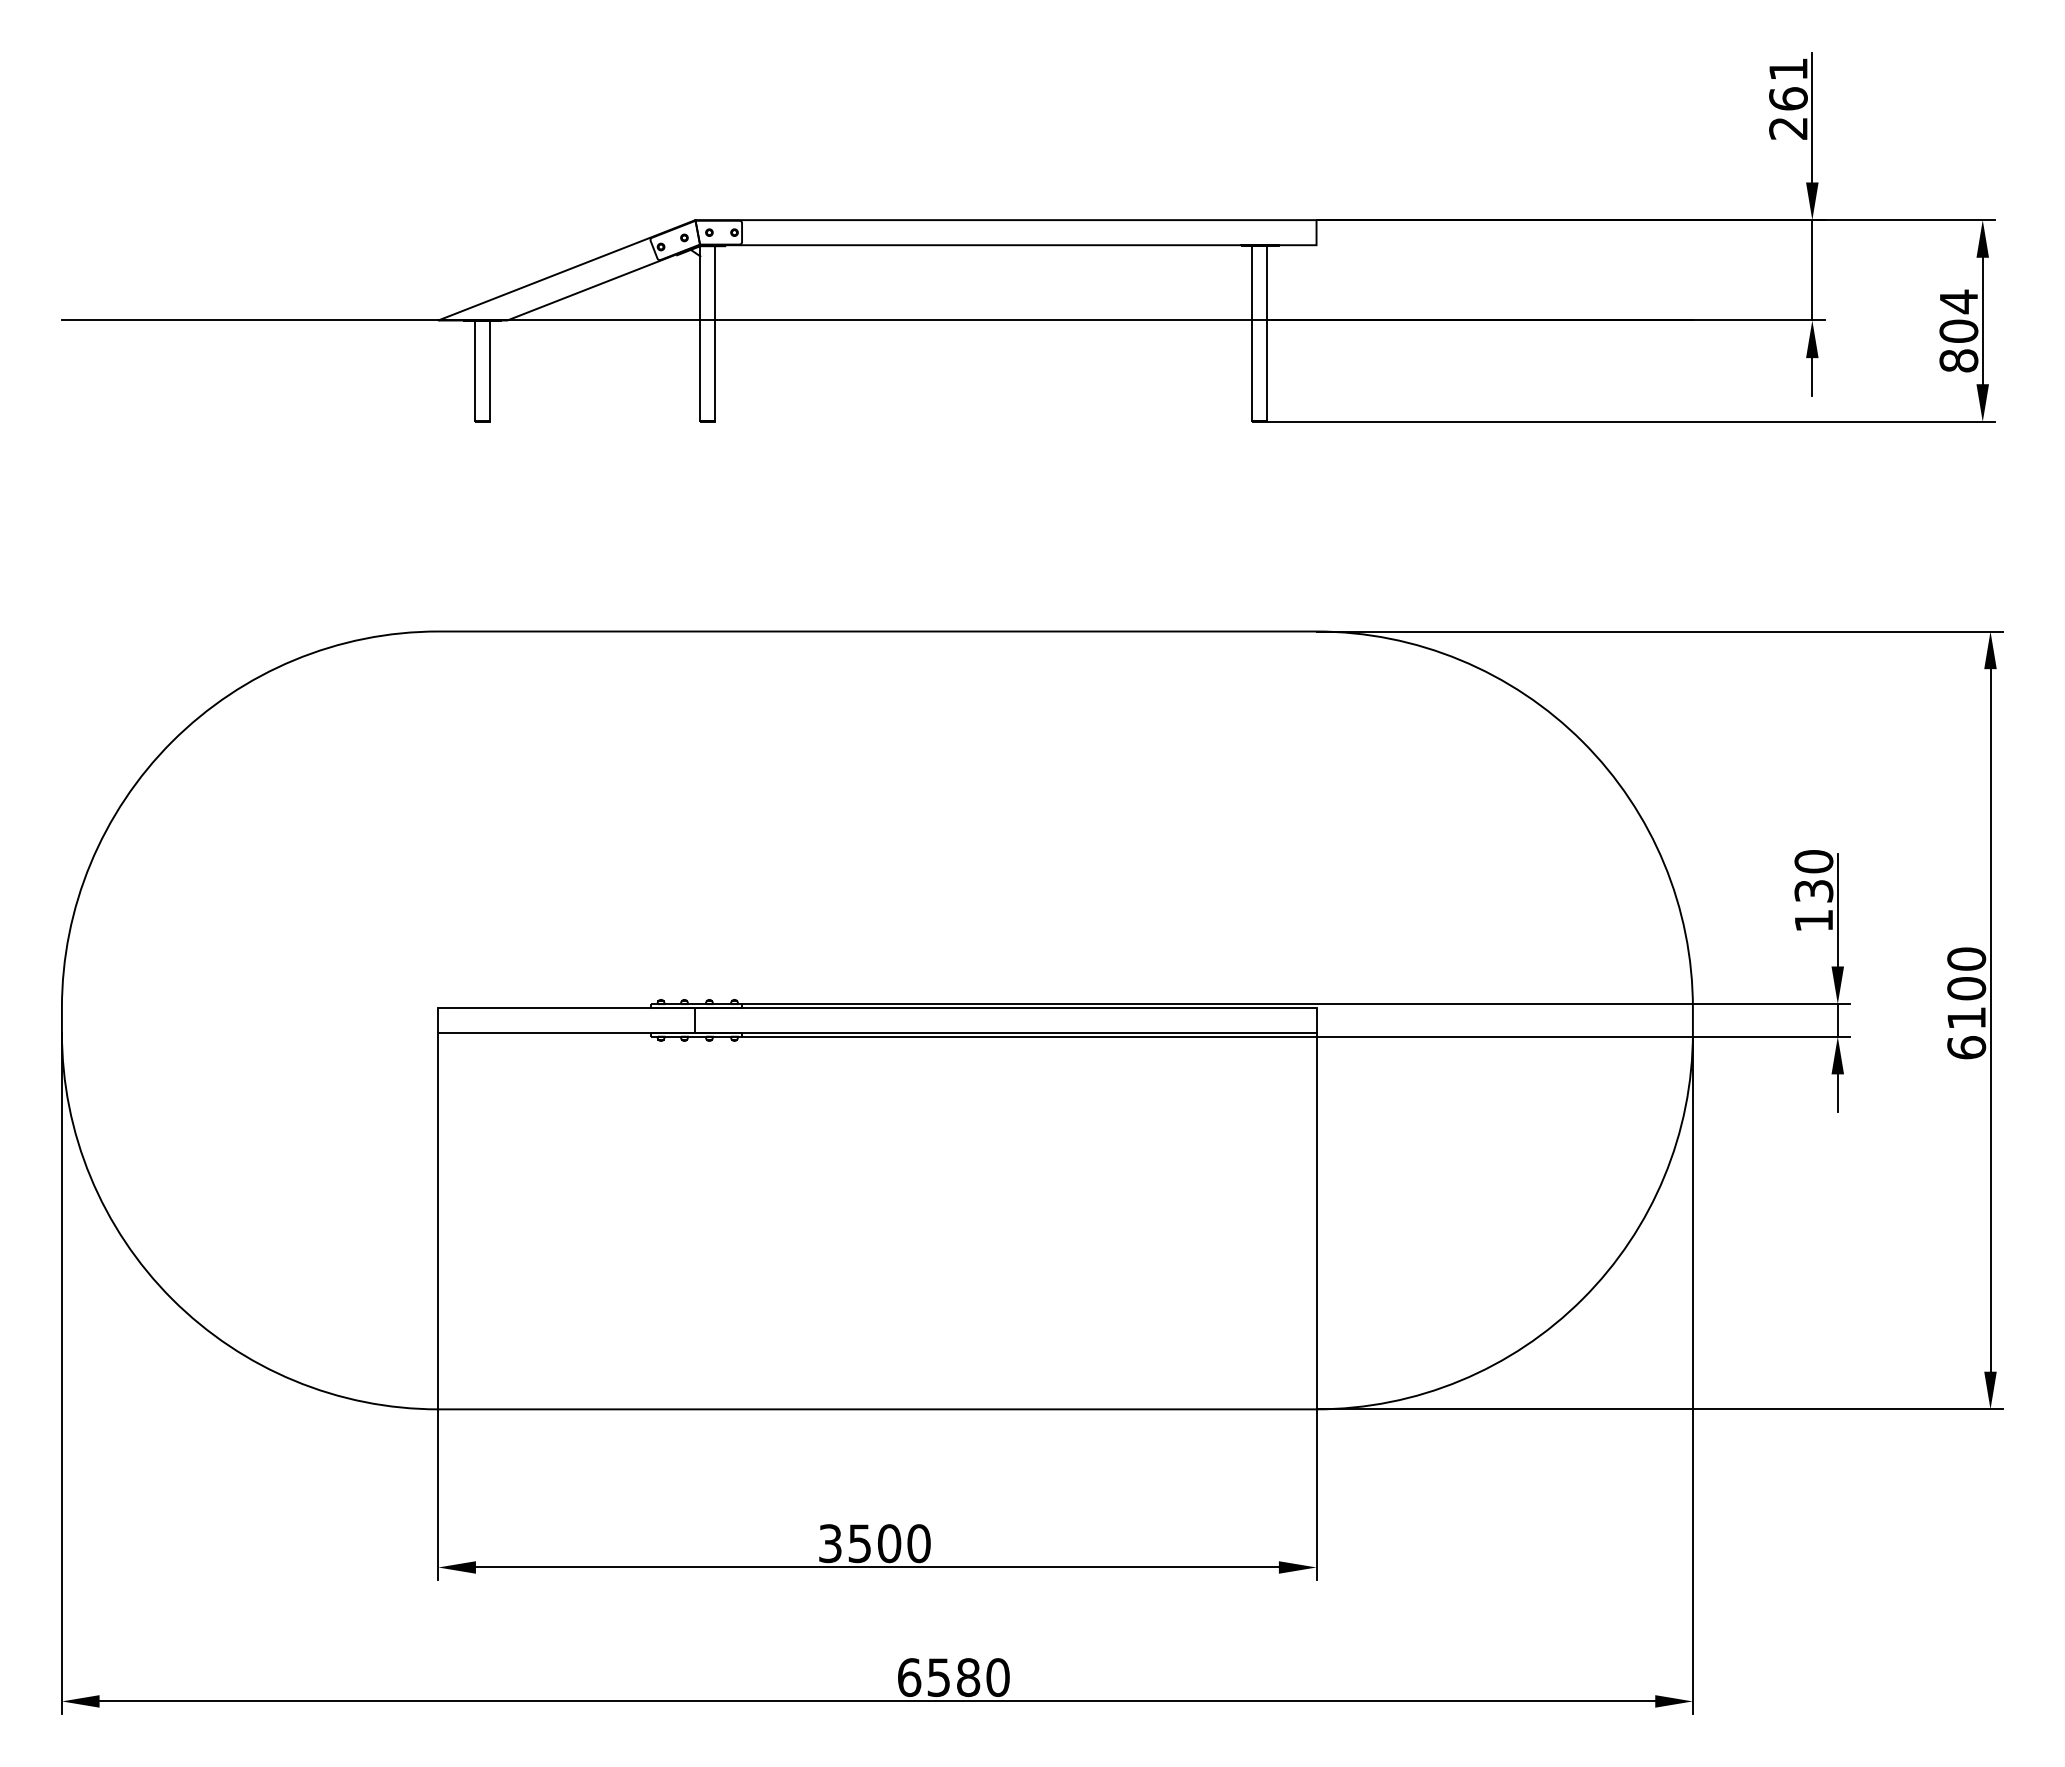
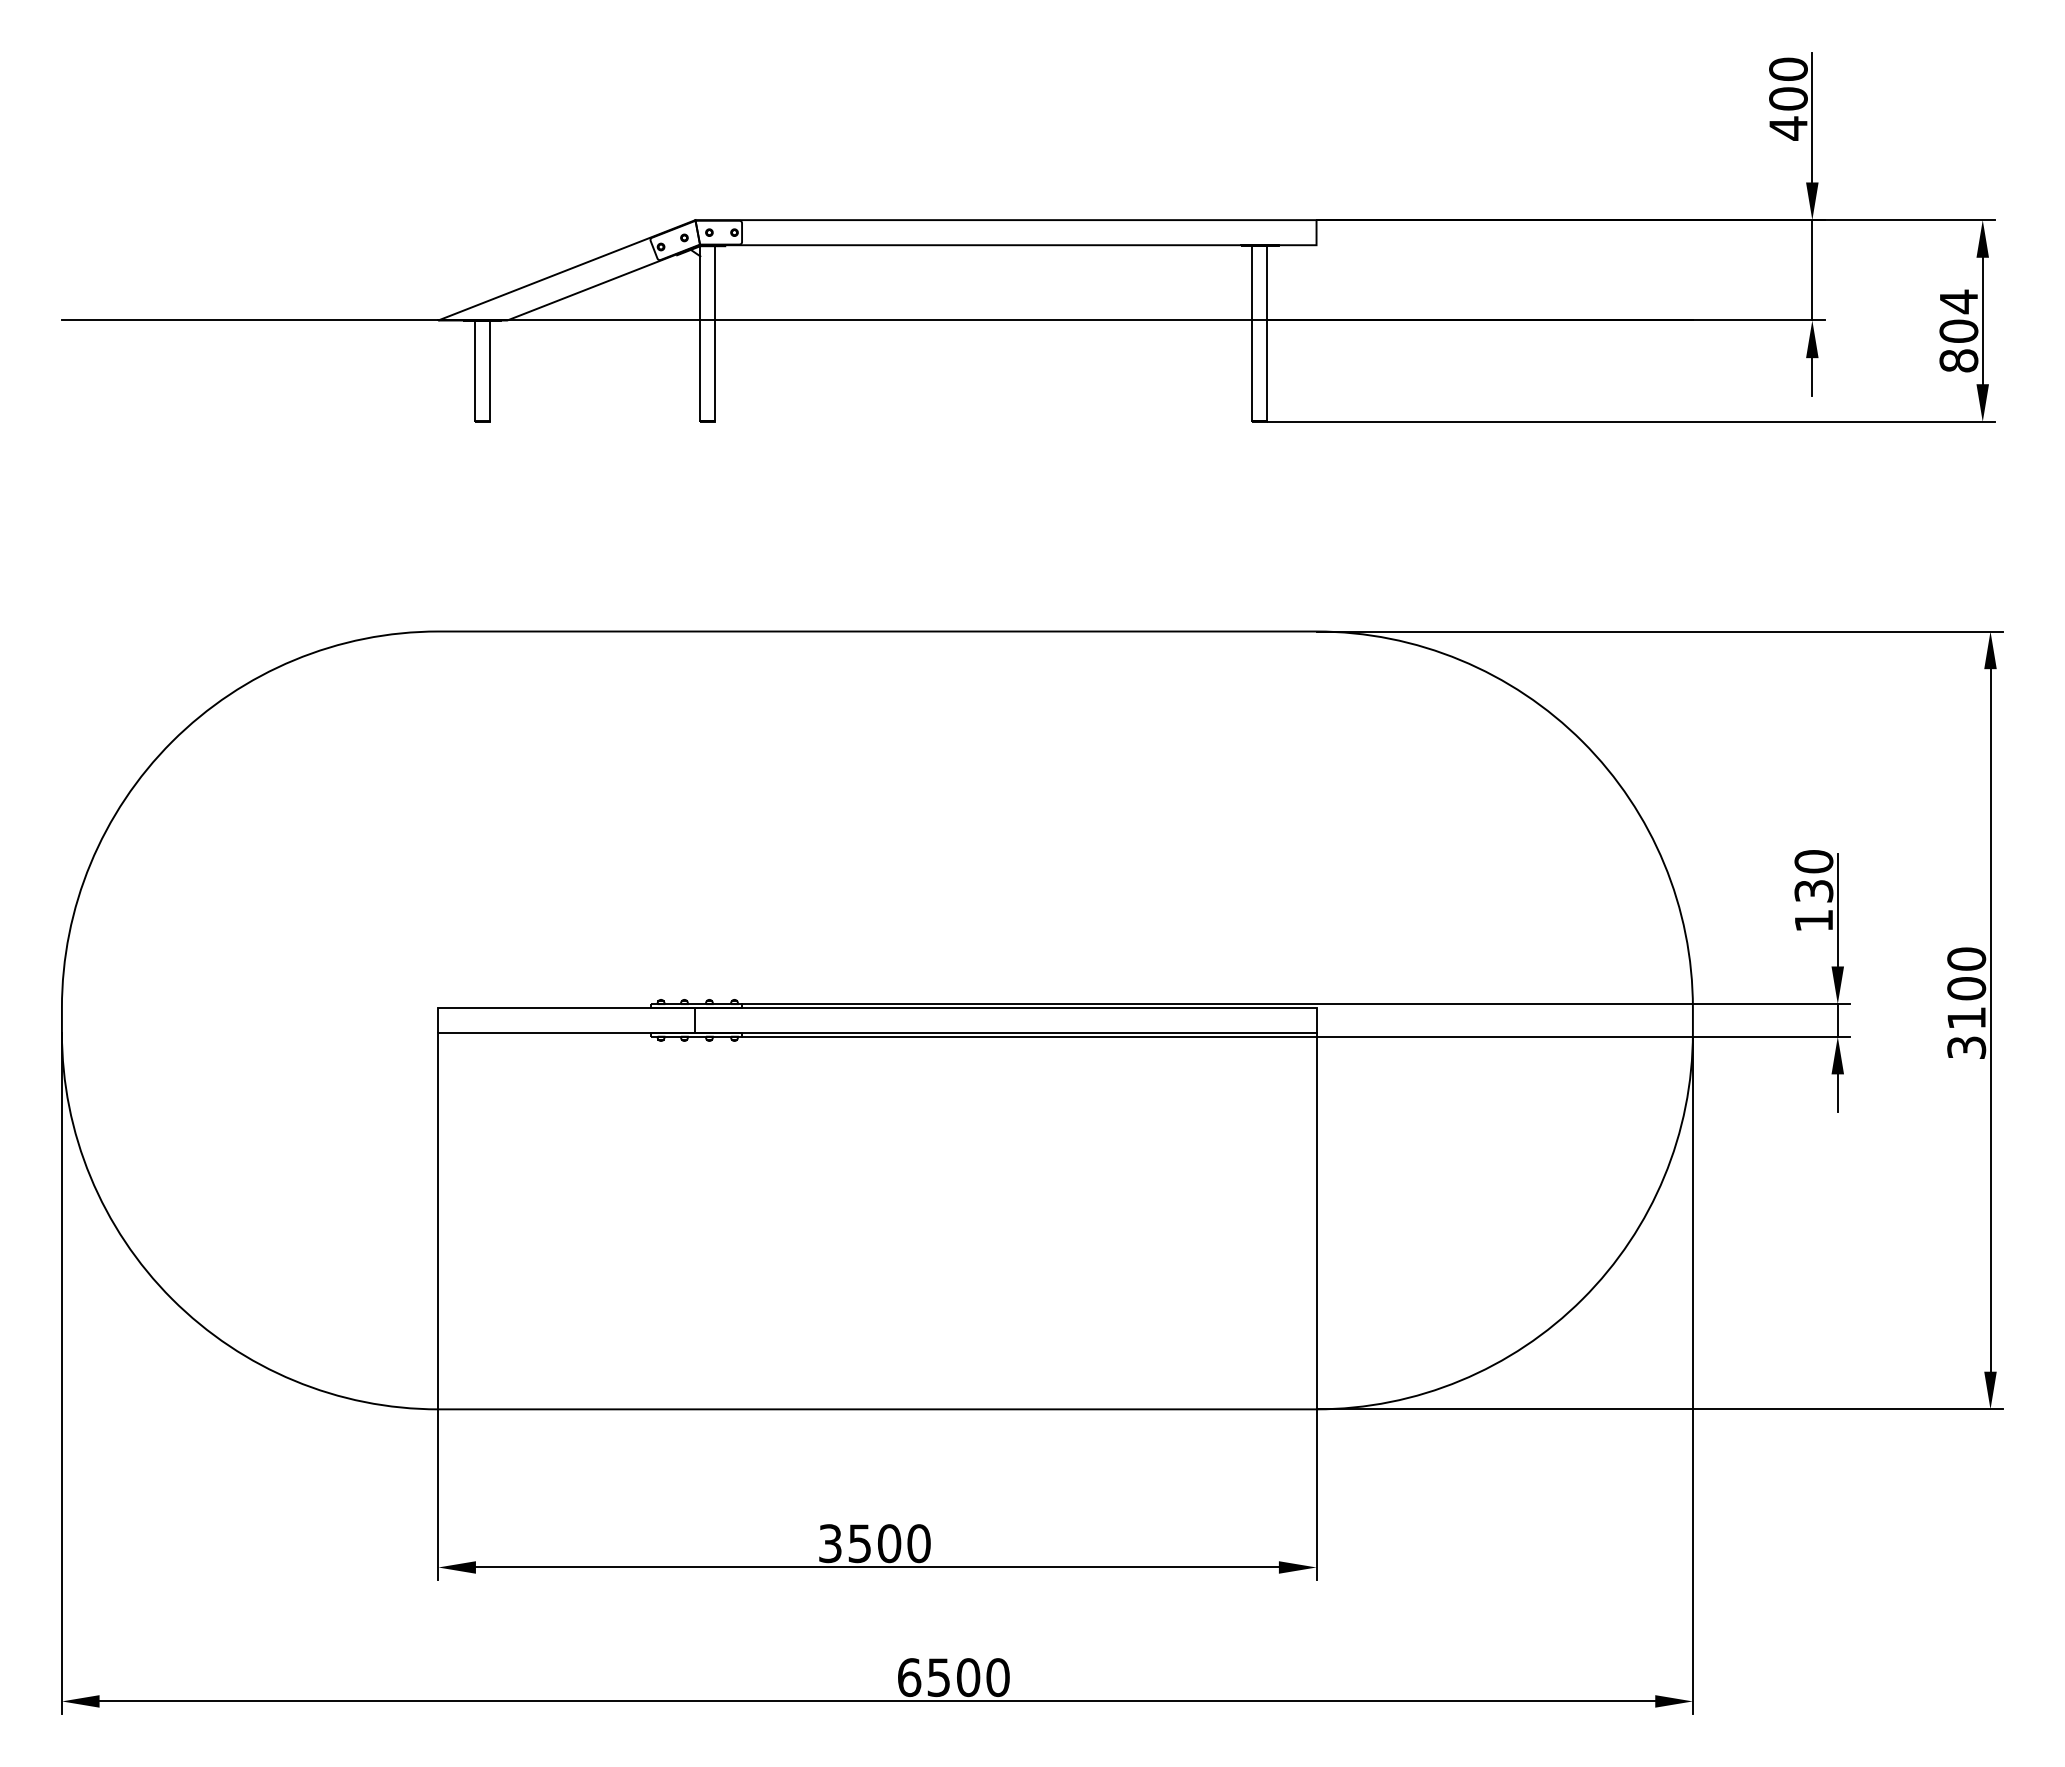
text at (1788, 98): 261 -> 400
text at (1966, 1047): 6100 -> 3100
text at (968, 1677): 6580 -> 6500
